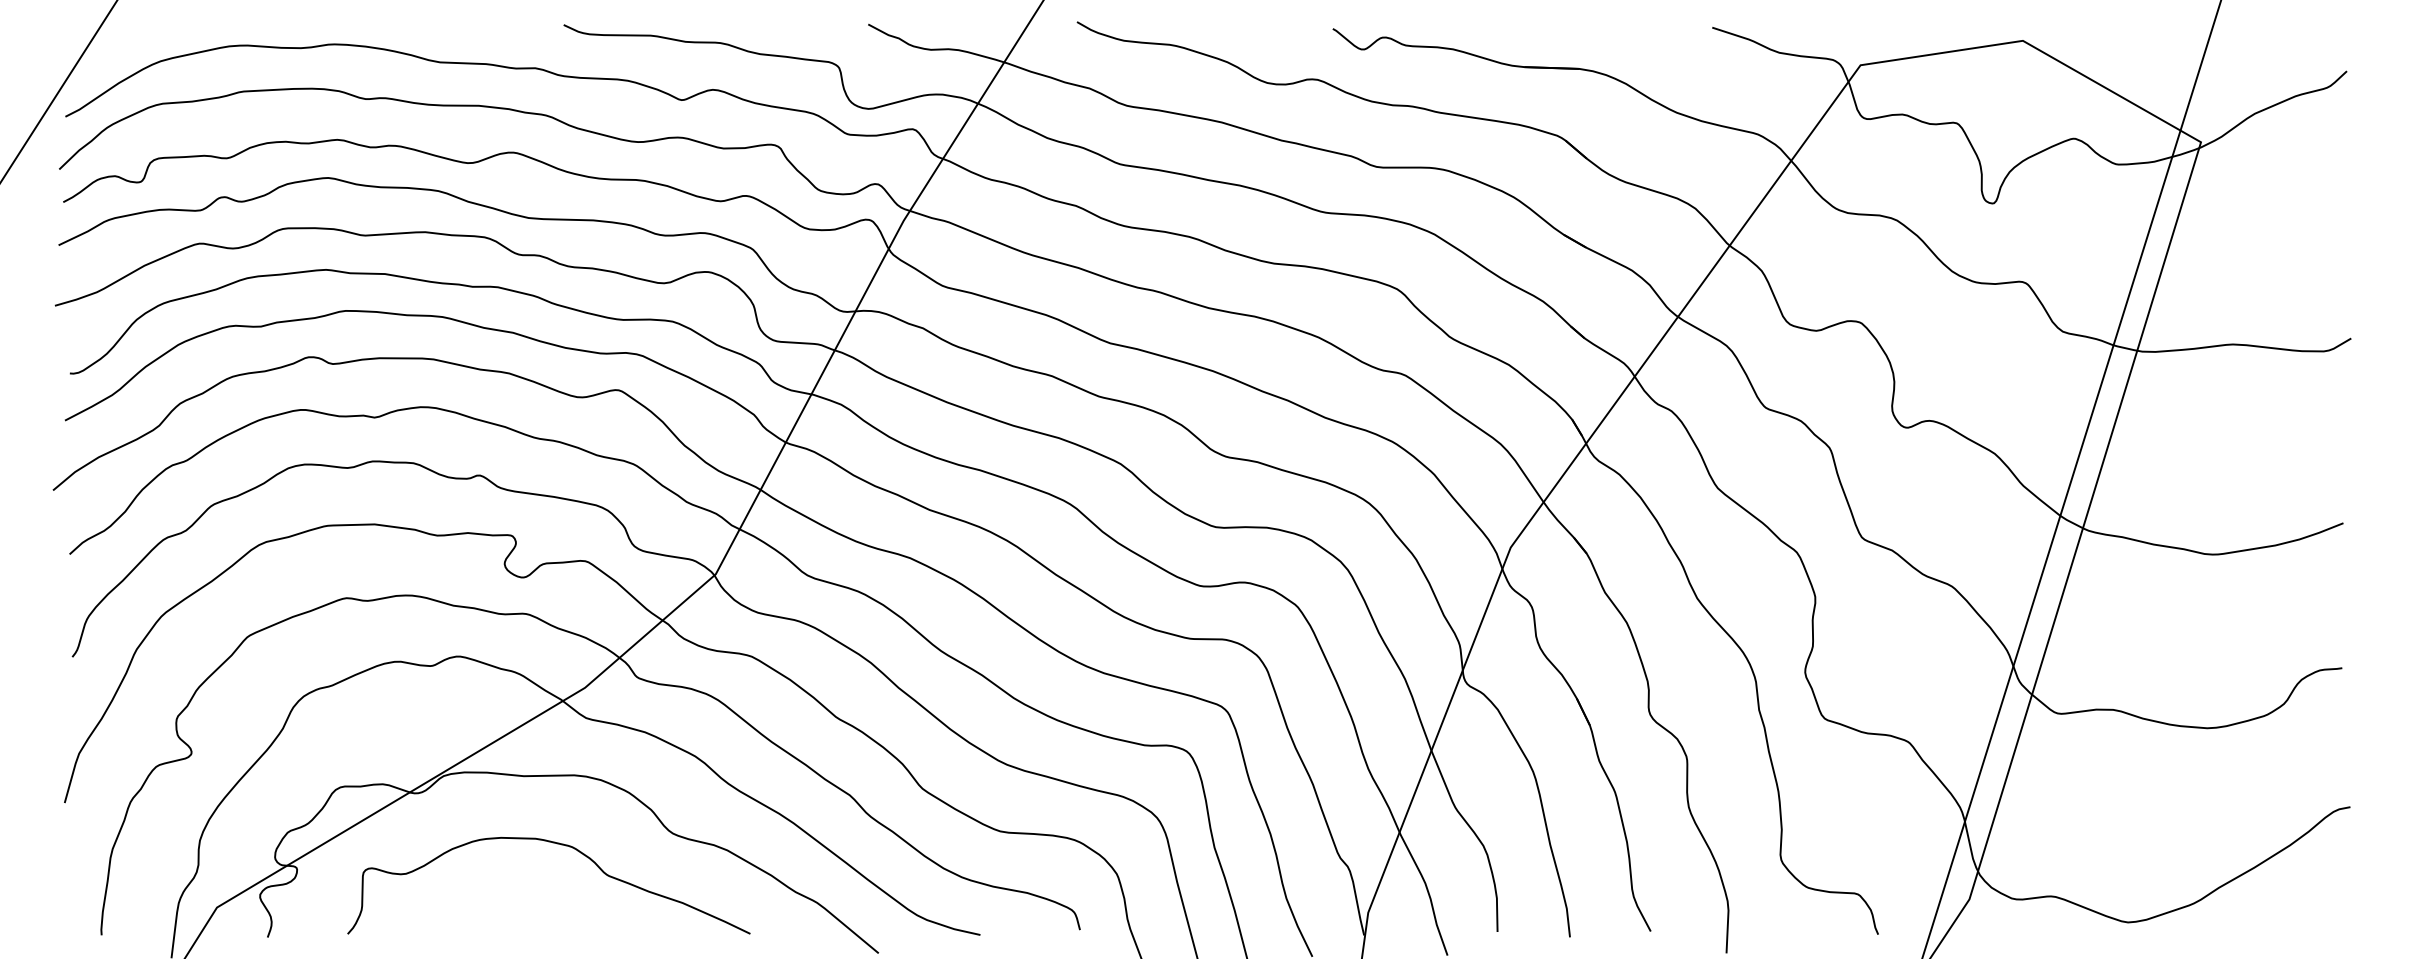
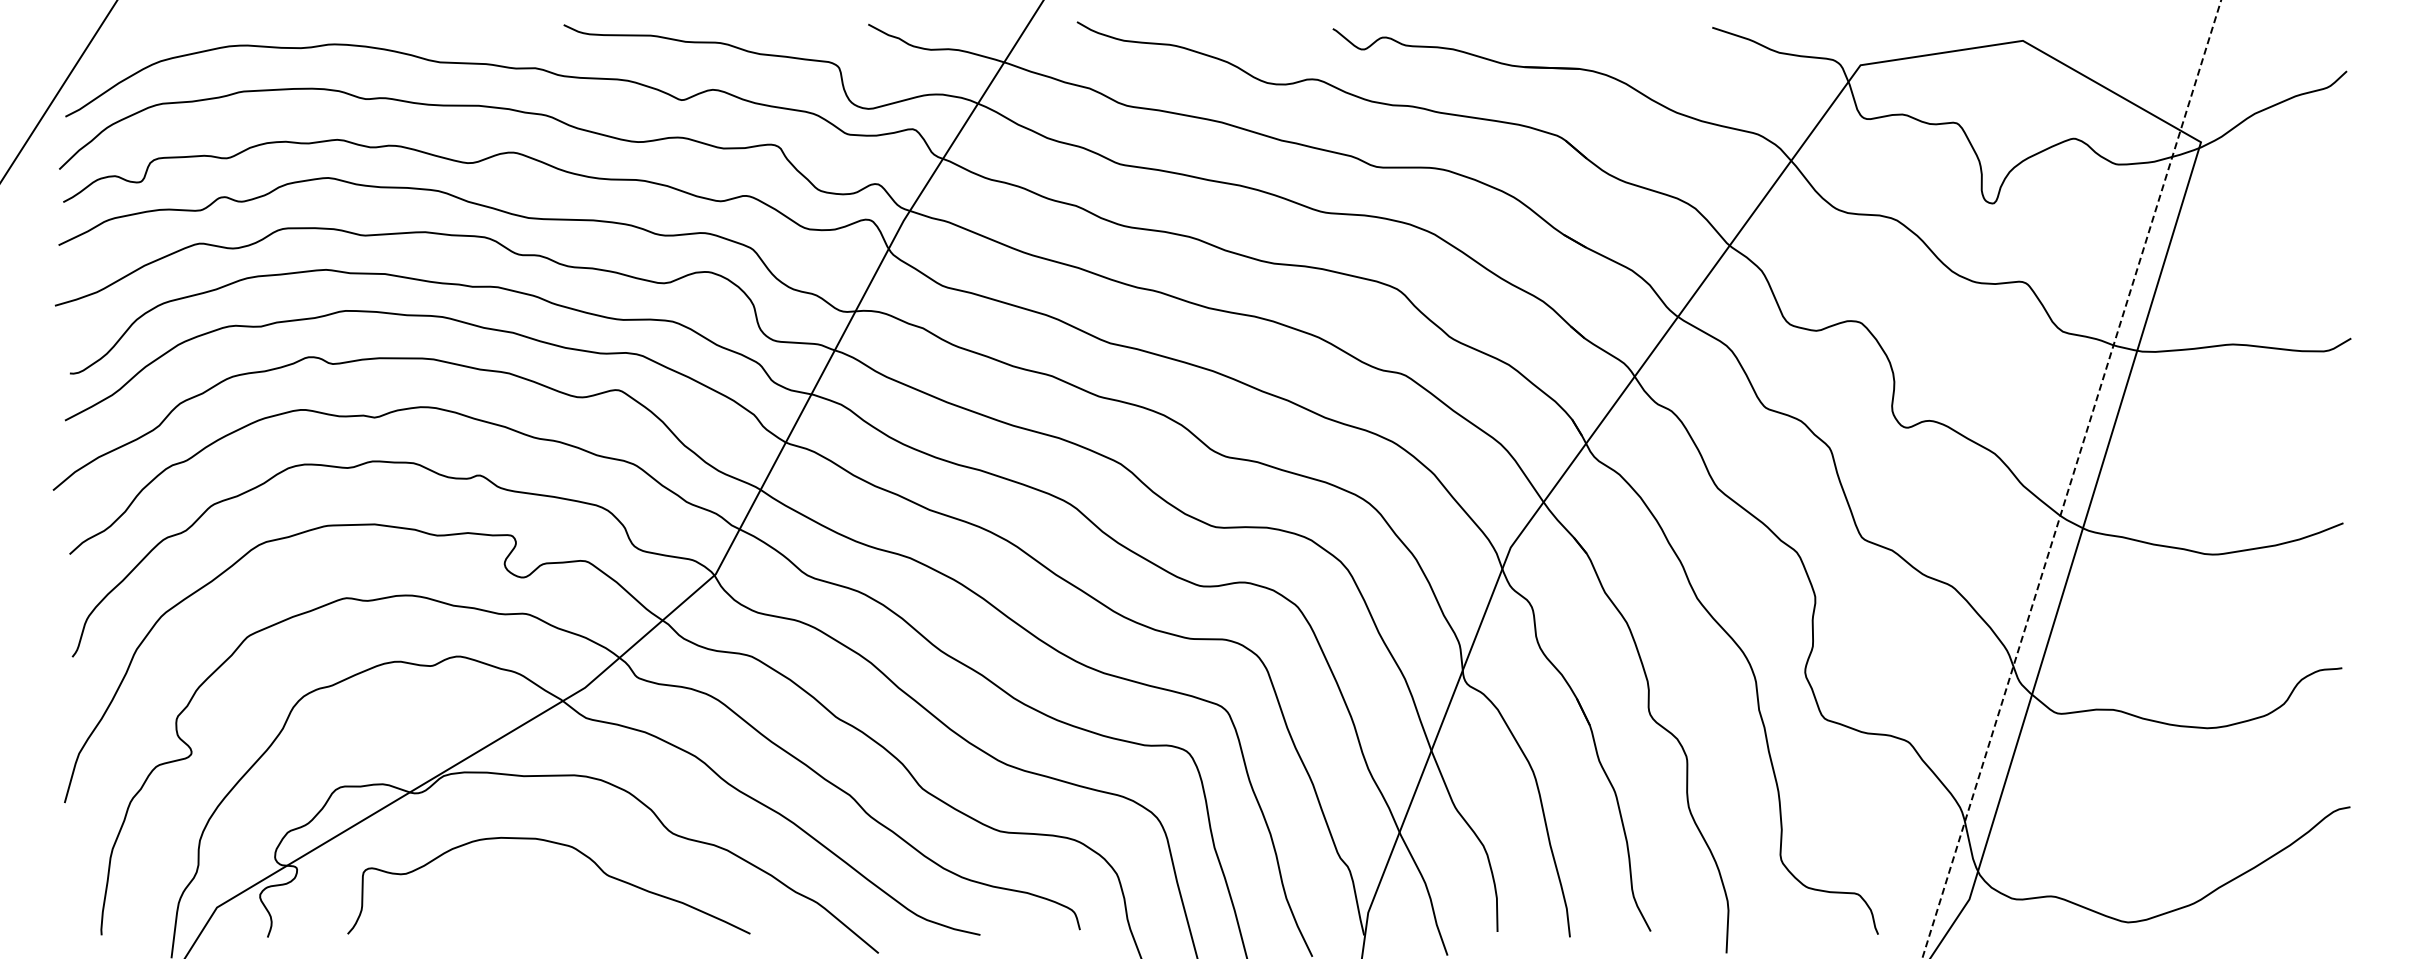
line at (2071, 479): solid -> dashed
